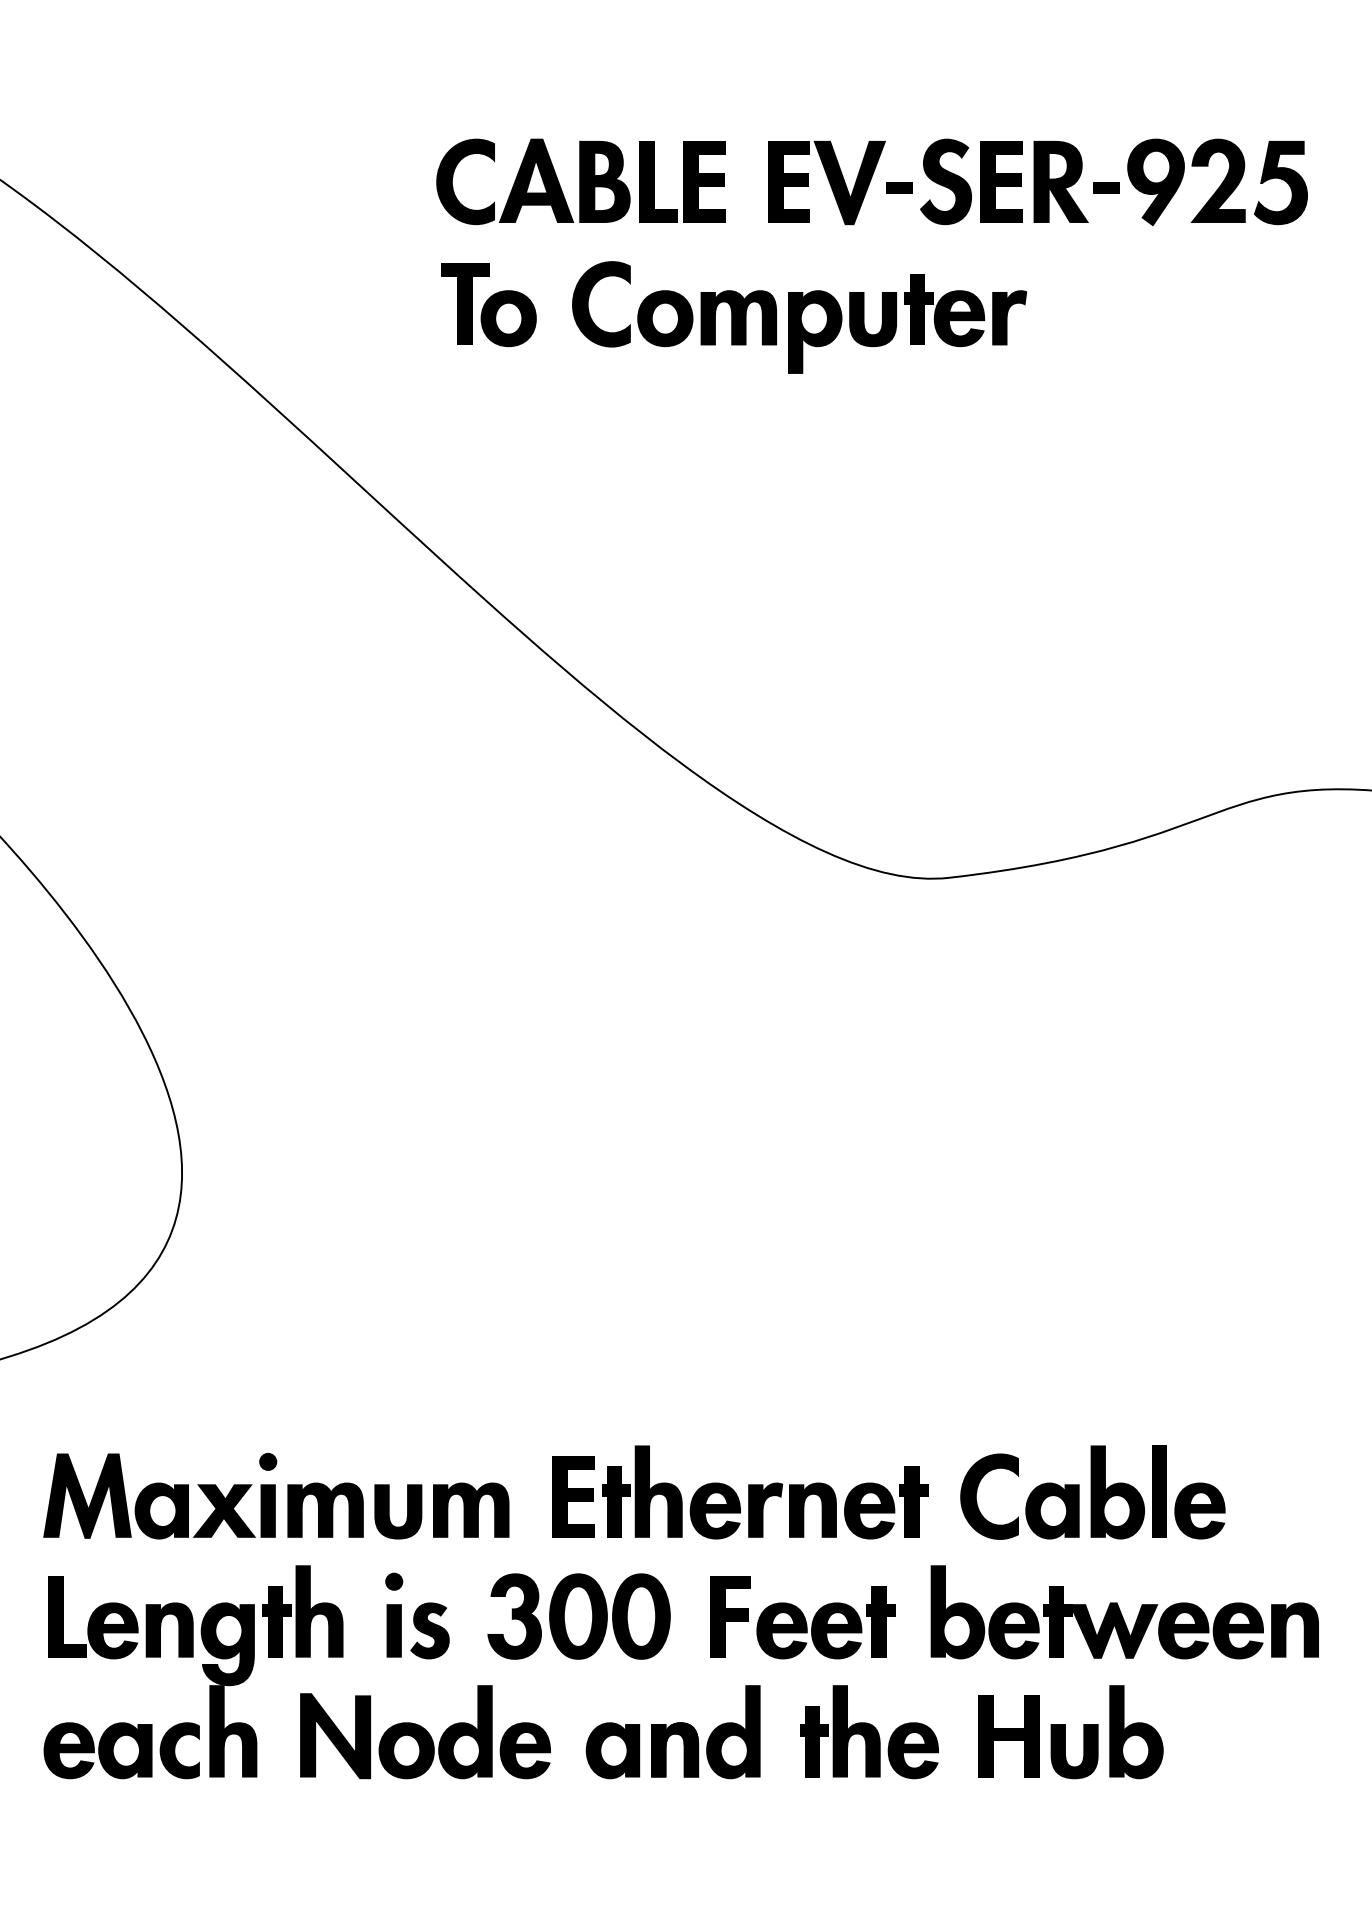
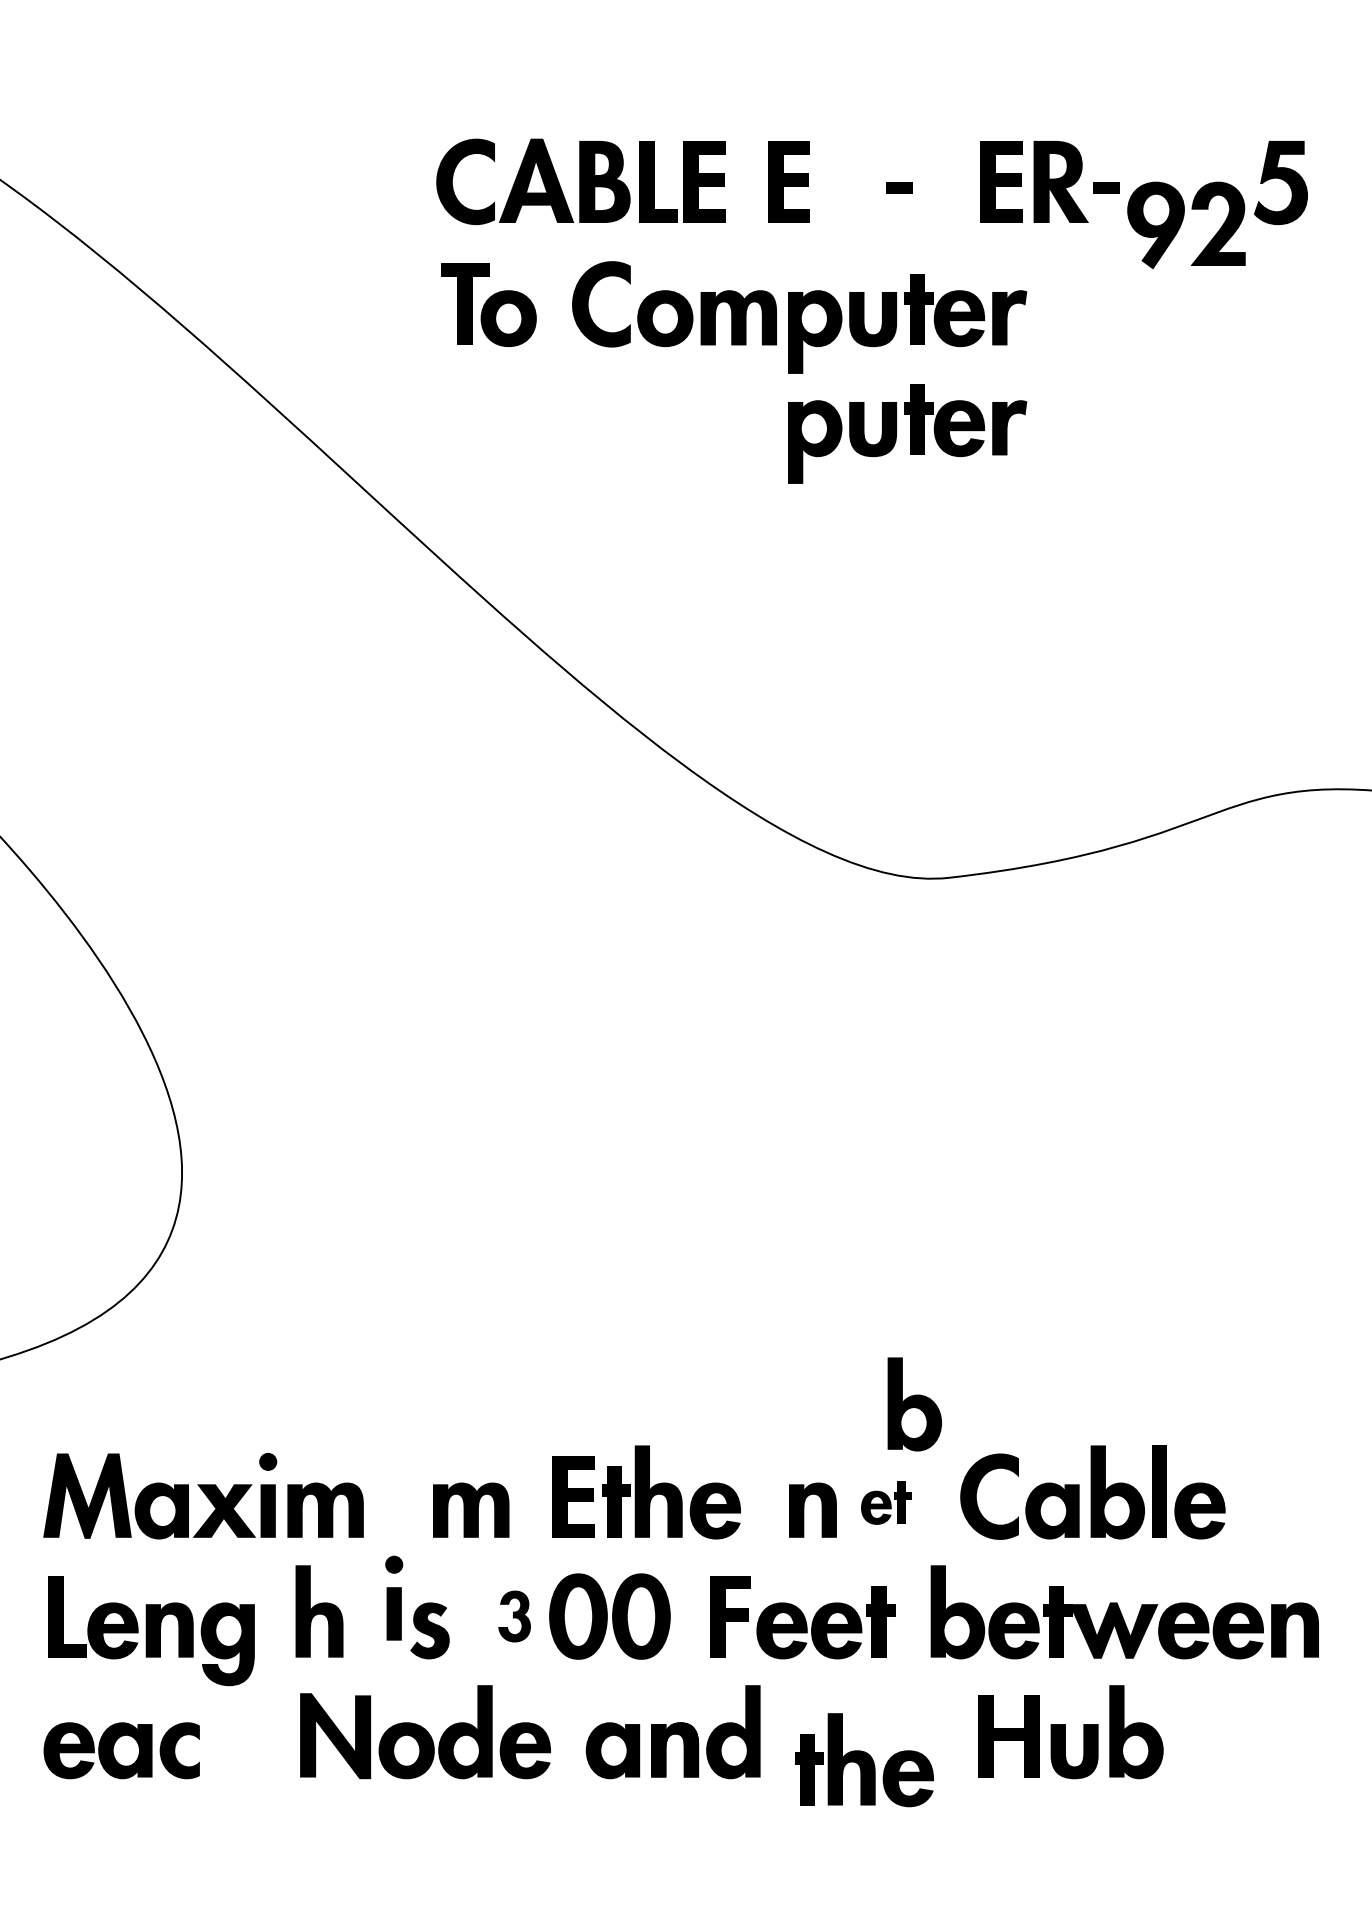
fill at (945, 181): present -> none
fill at (849, 182): present -> none
part at (1186, 182) position: (1186, 182) -> (1186, 225)
part at (907, 433): none -> present
part at (914, 1404): none -> present
part at (886, 1502) size: 85x74 px -> 51x44 px
fill at (765, 1509): present -> none
part at (389, 1511): present -> none
part at (394, 1614) position: (394, 1614) -> (394, 1597)
part at (514, 1616) size: 55x87 px -> 33x53 px
fill at (277, 1621): present -> none
fill at (233, 1731): present -> none
part at (869, 1732) position: (869, 1732) -> (864, 1760)
